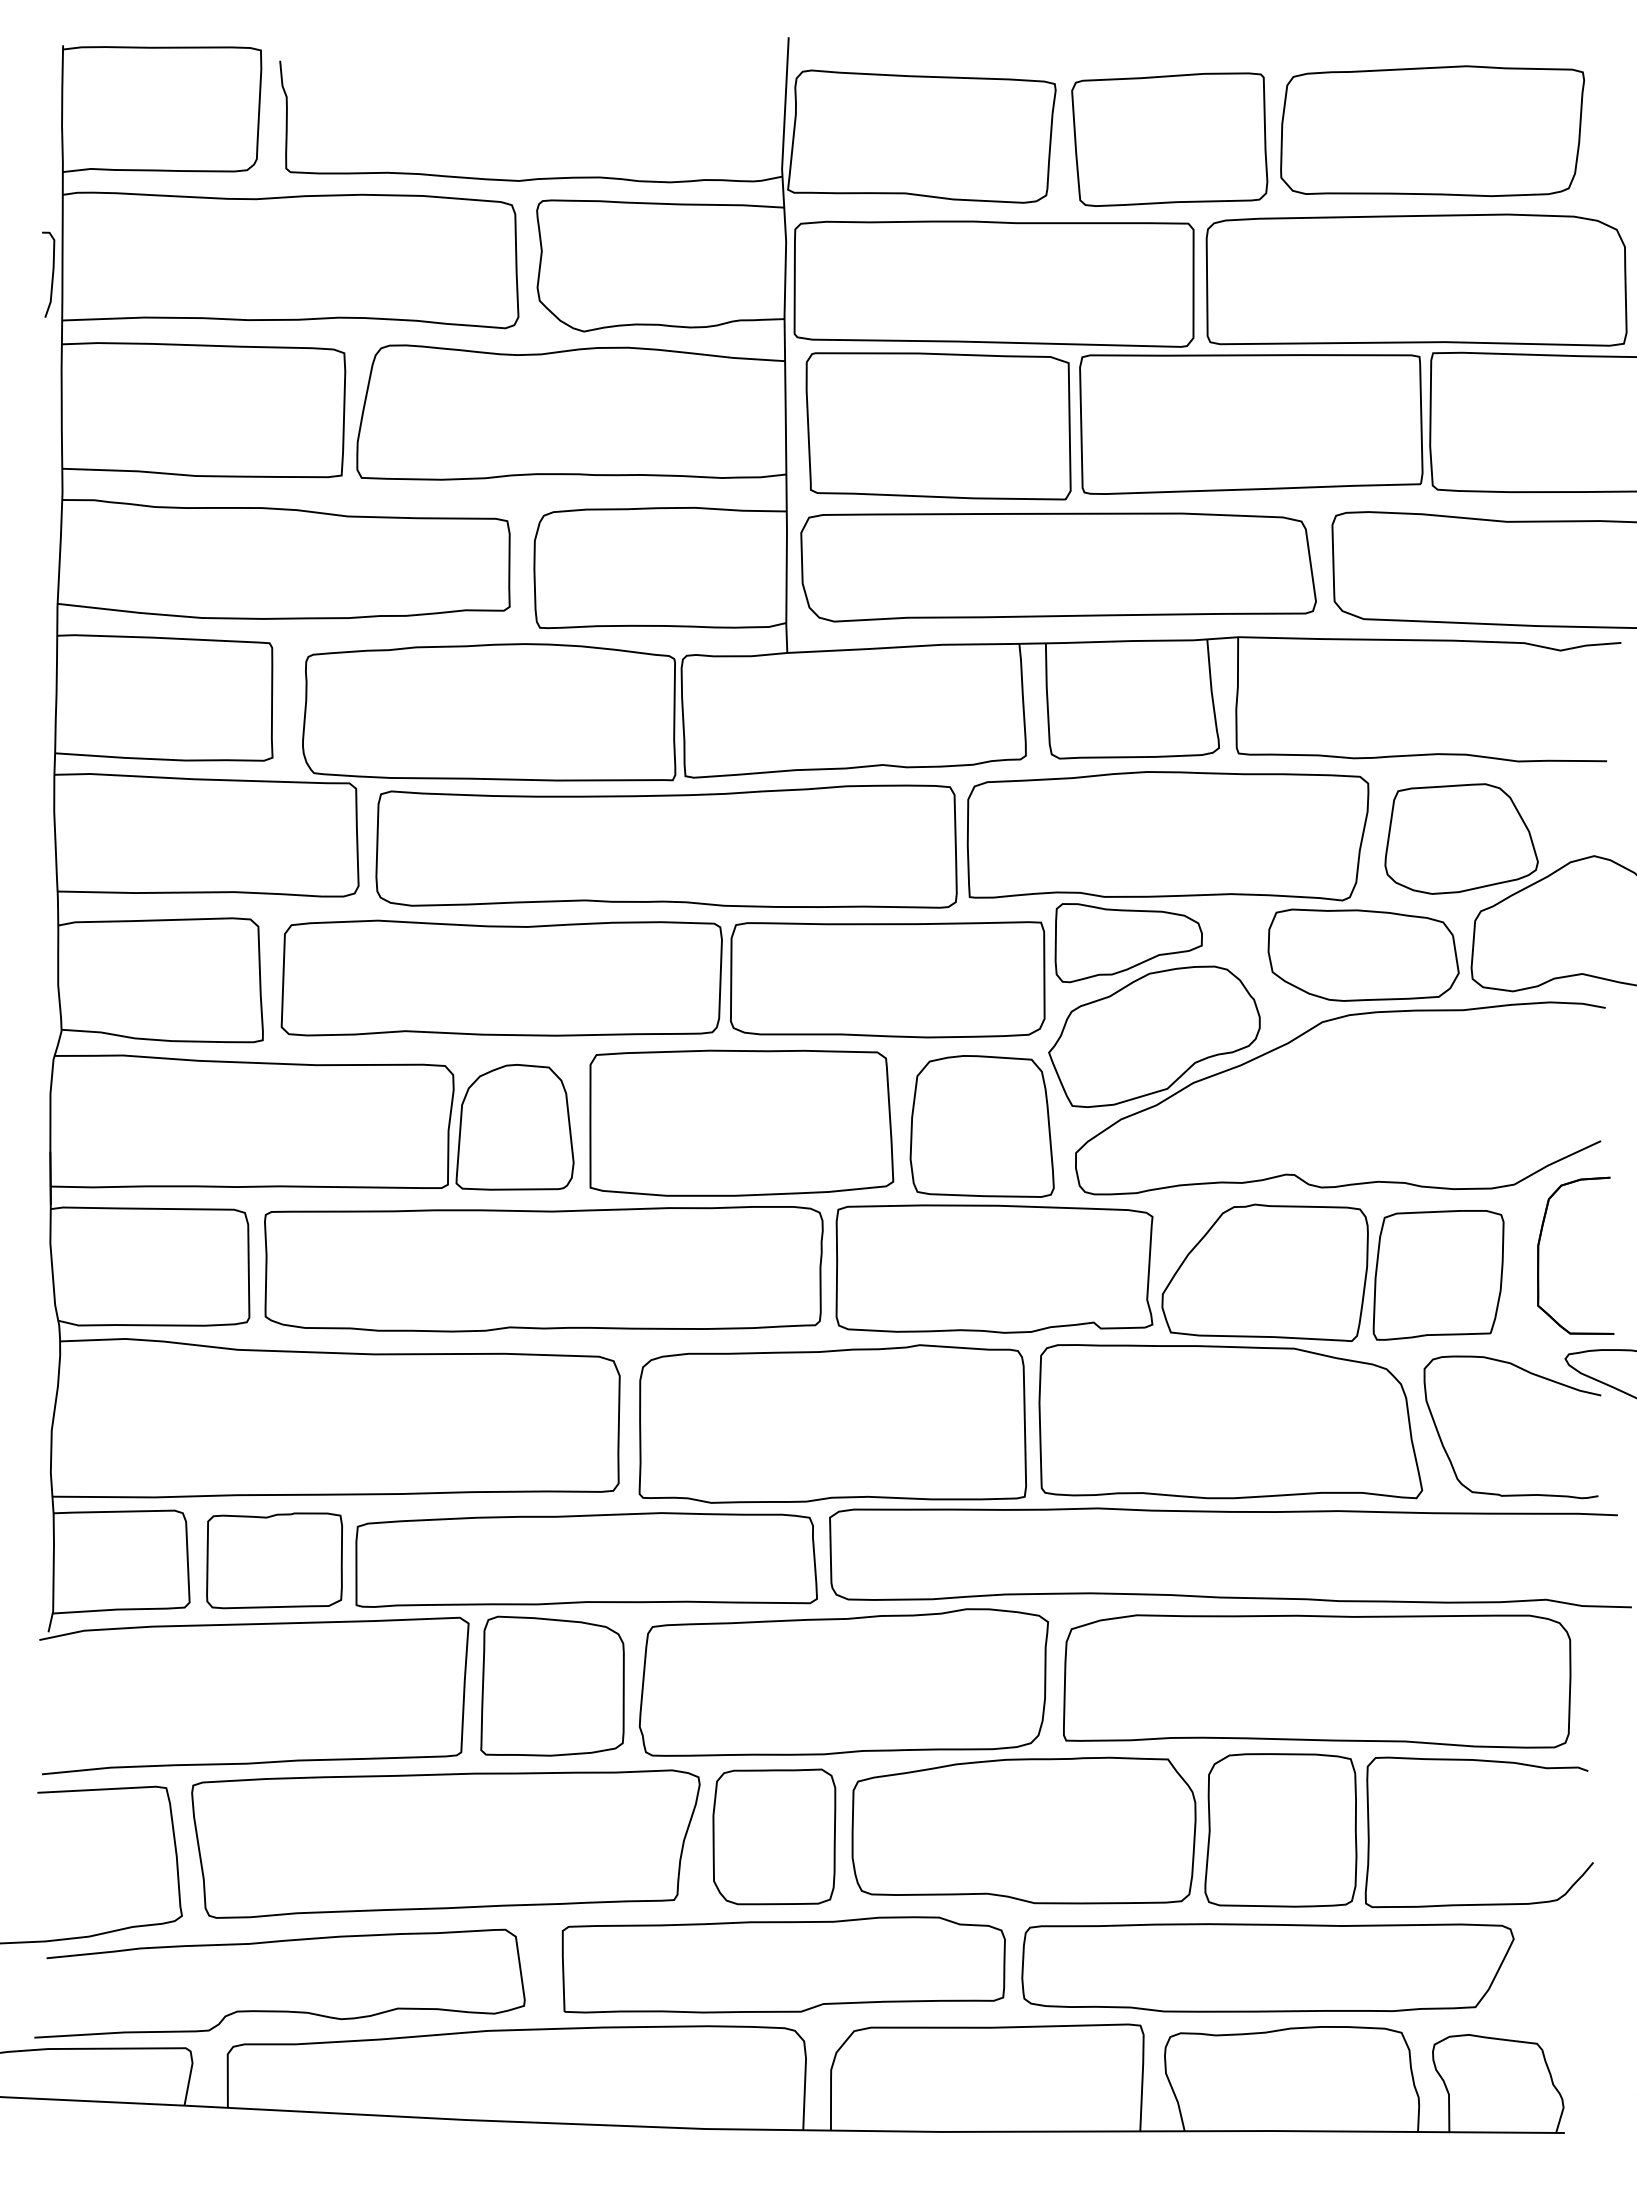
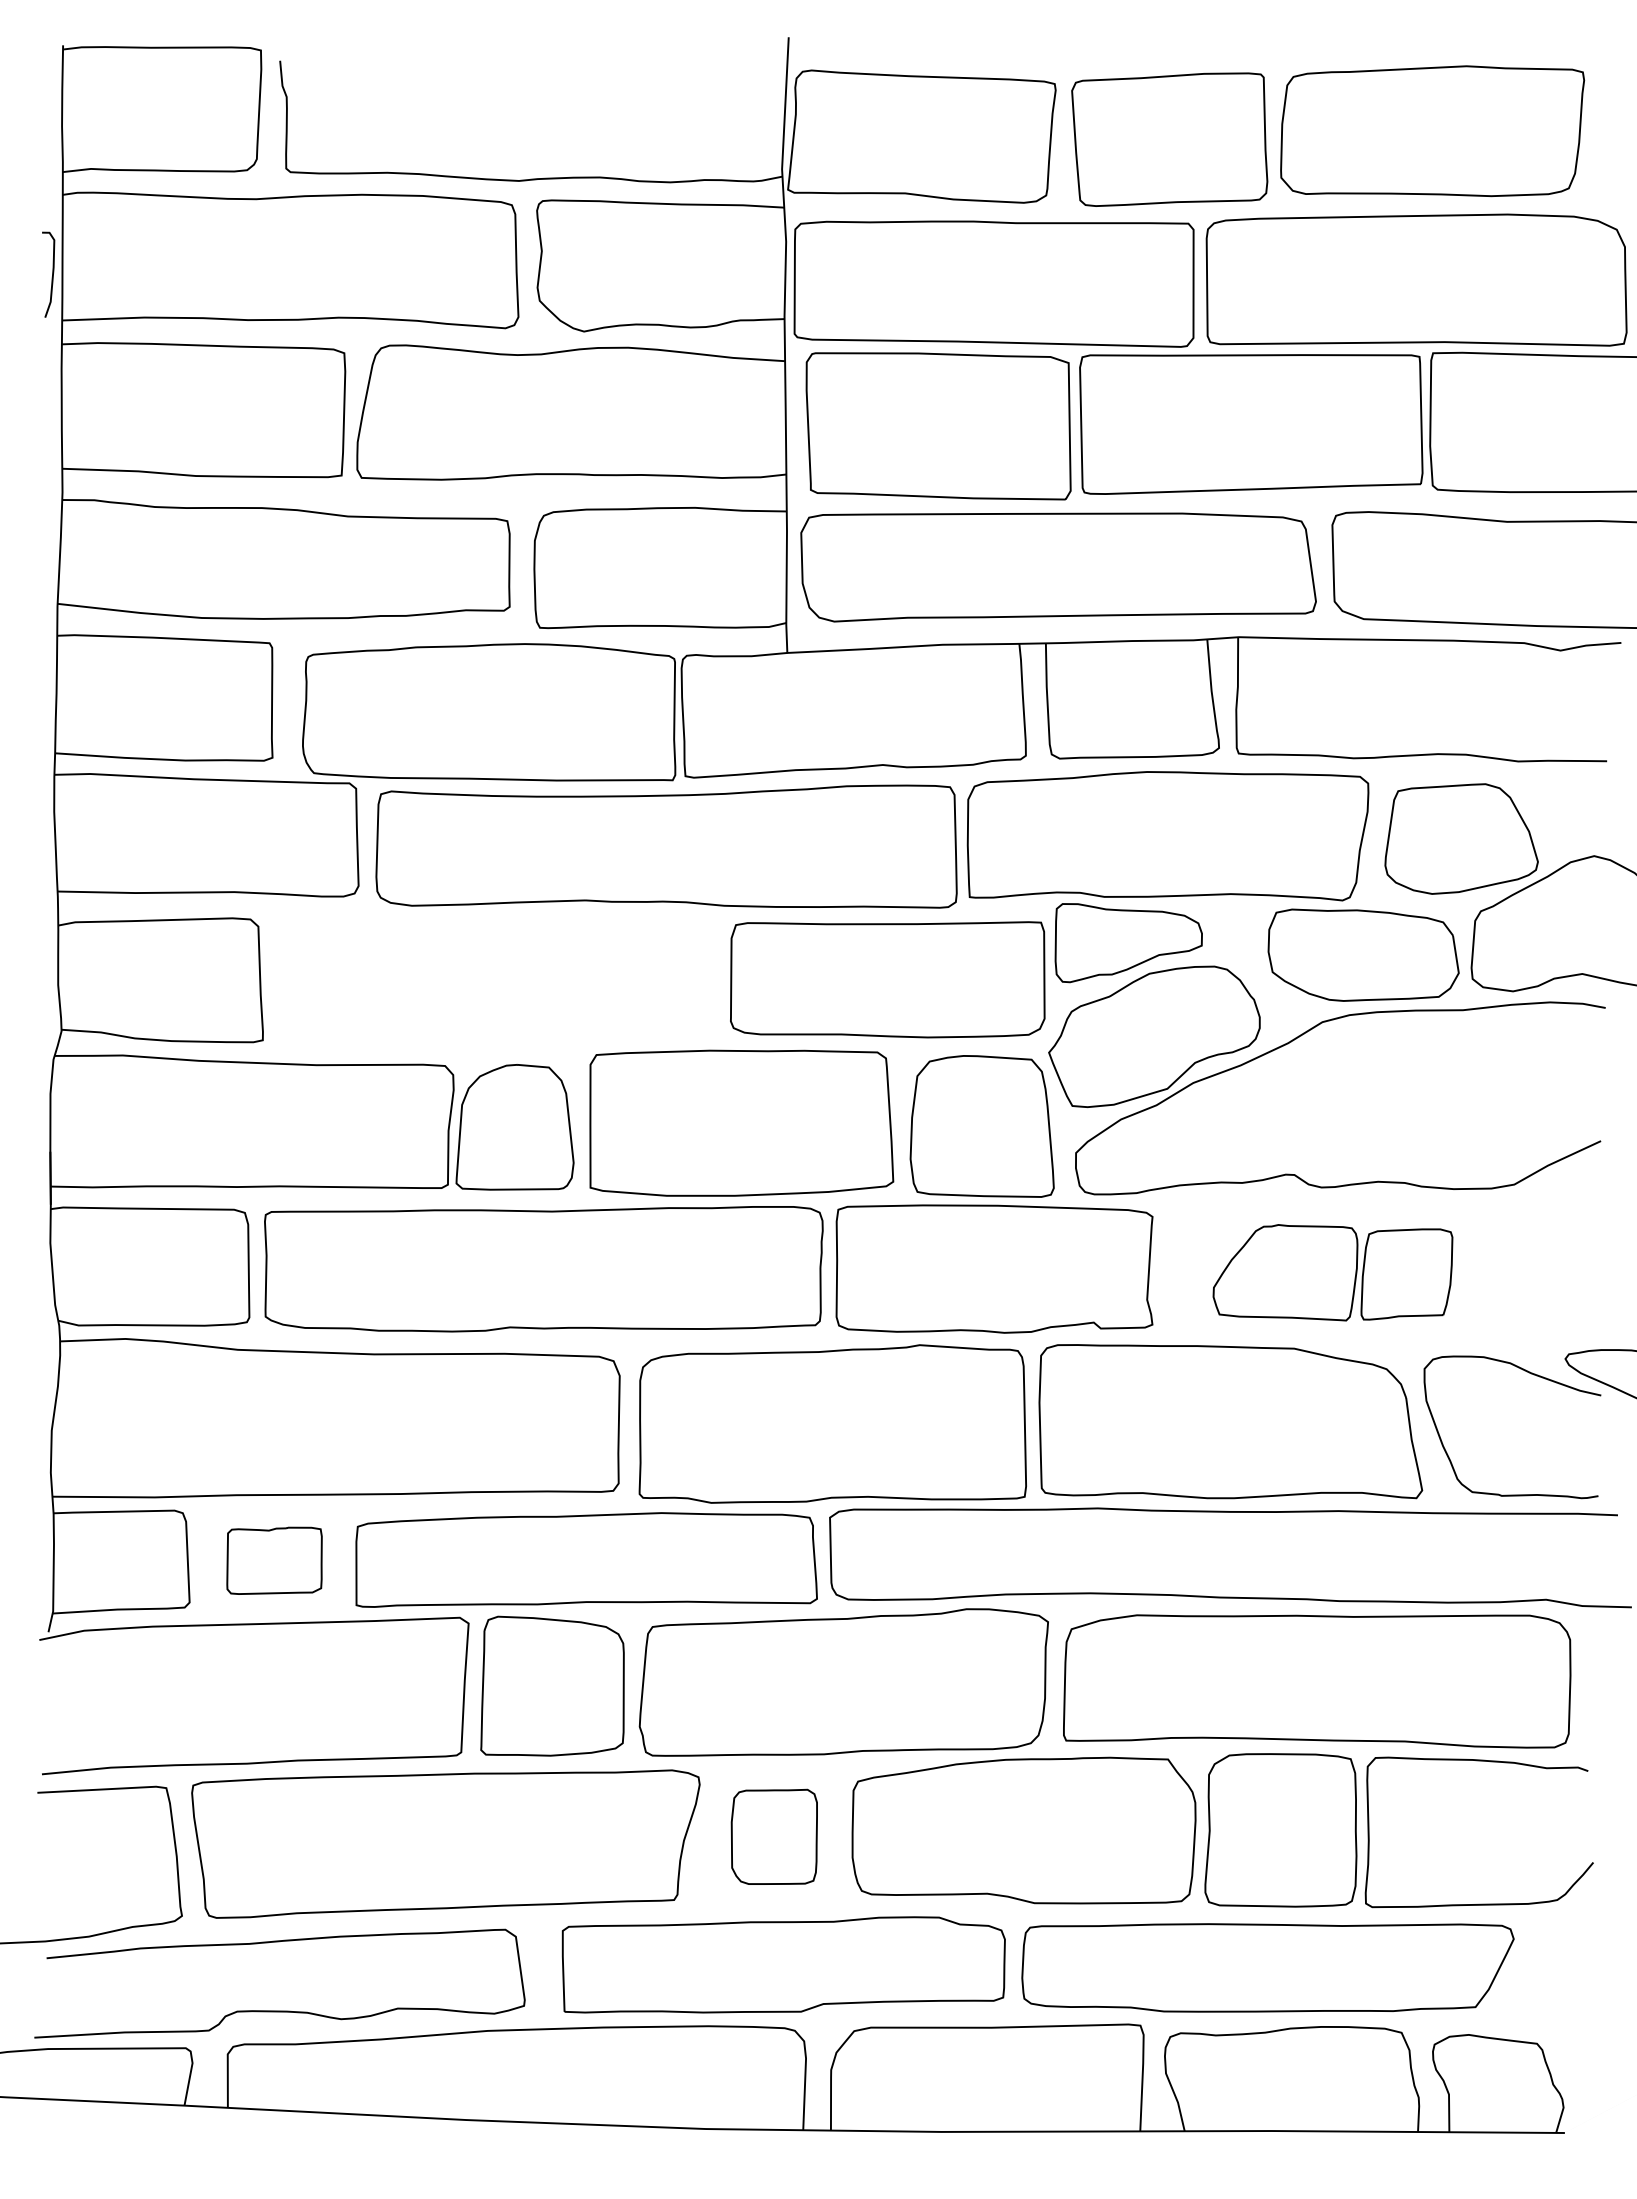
part at (501, 977): present -> none
part at (1539, 1255): present -> none
part at (1332, 1272) size: 344x139 px -> 242x98 px
part at (274, 1560) size: 137x98 px -> 97x69 px
part at (774, 1836) size: 125x138 px -> 88x97 px
